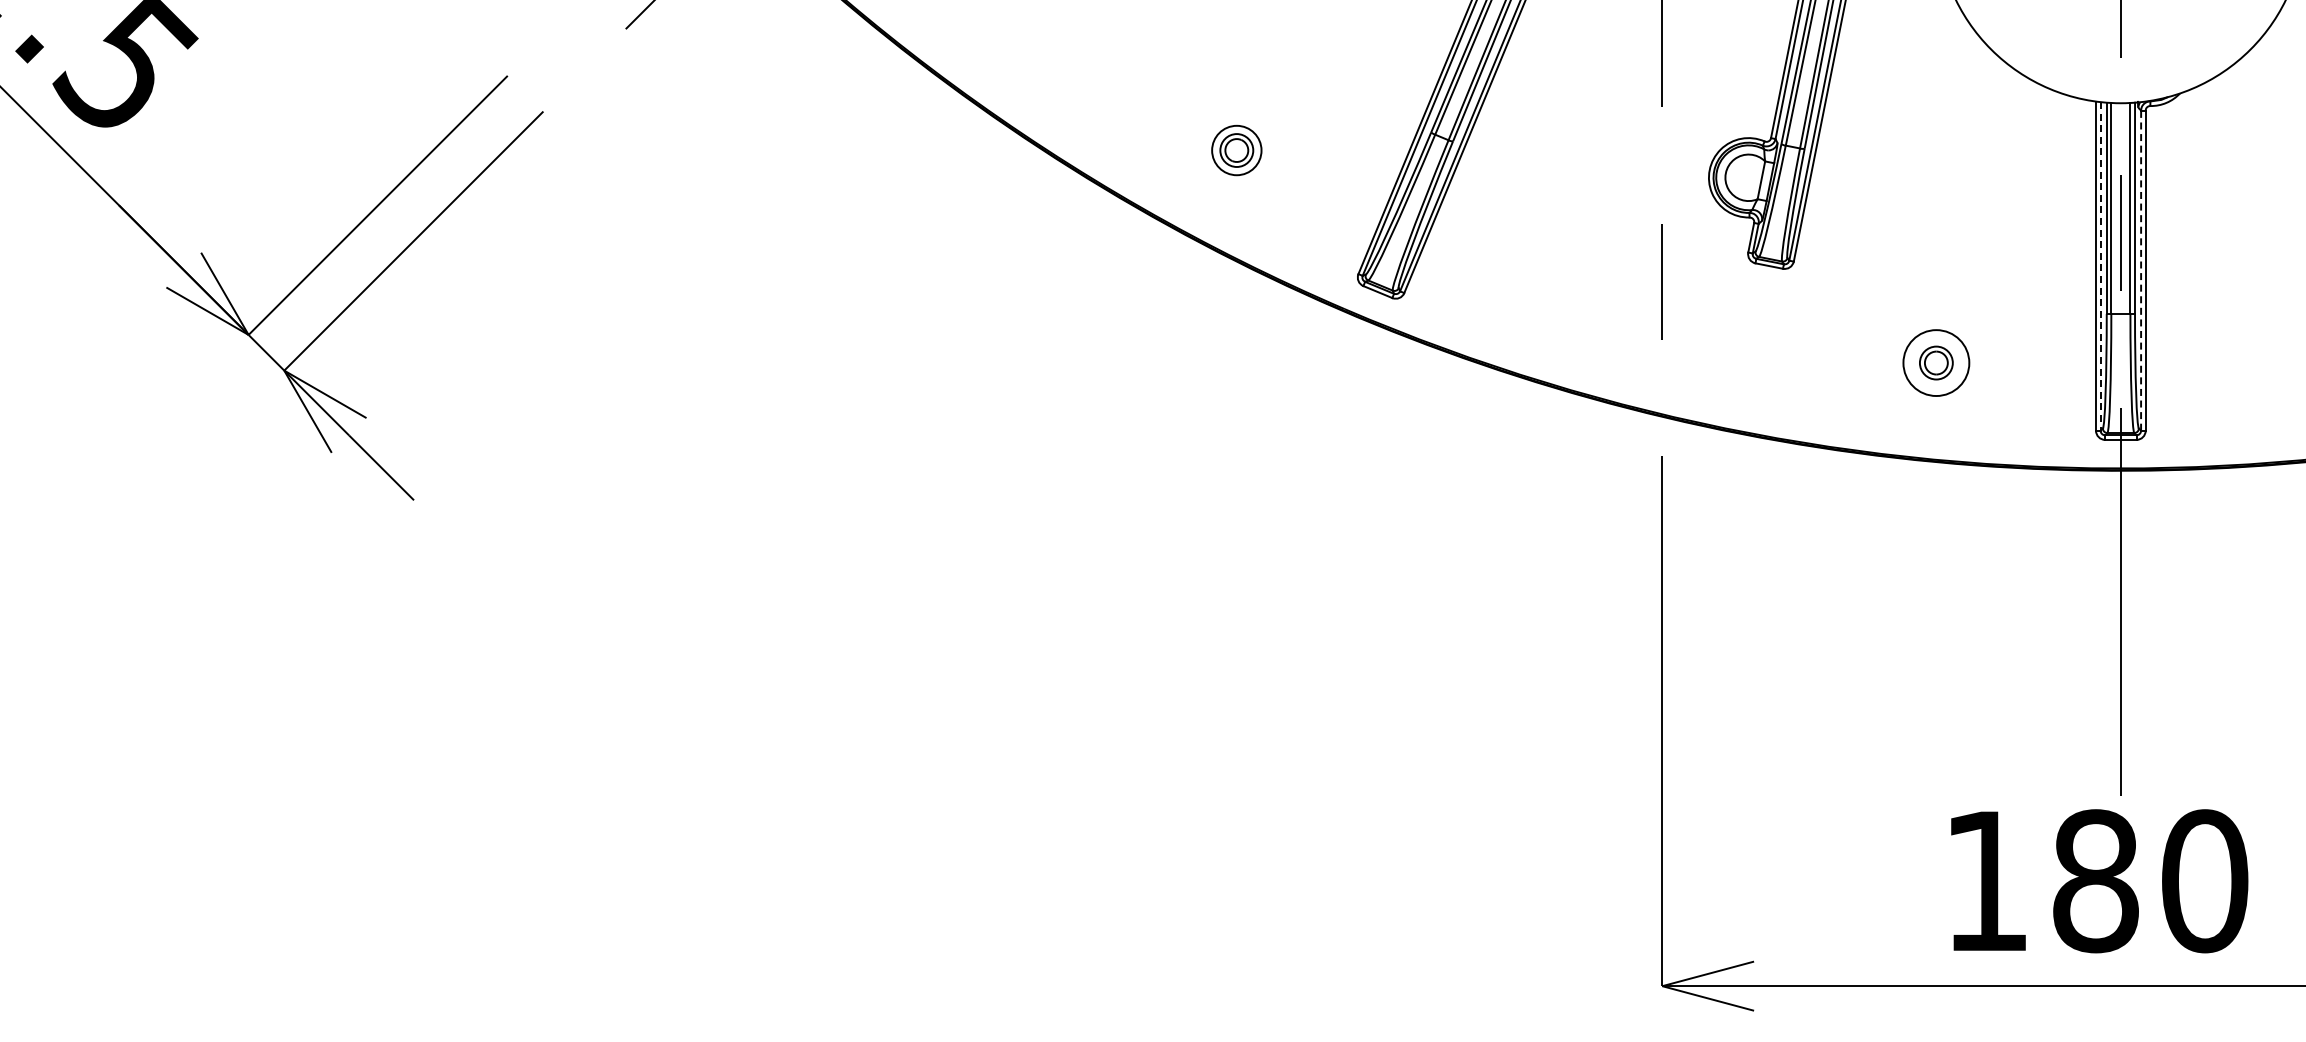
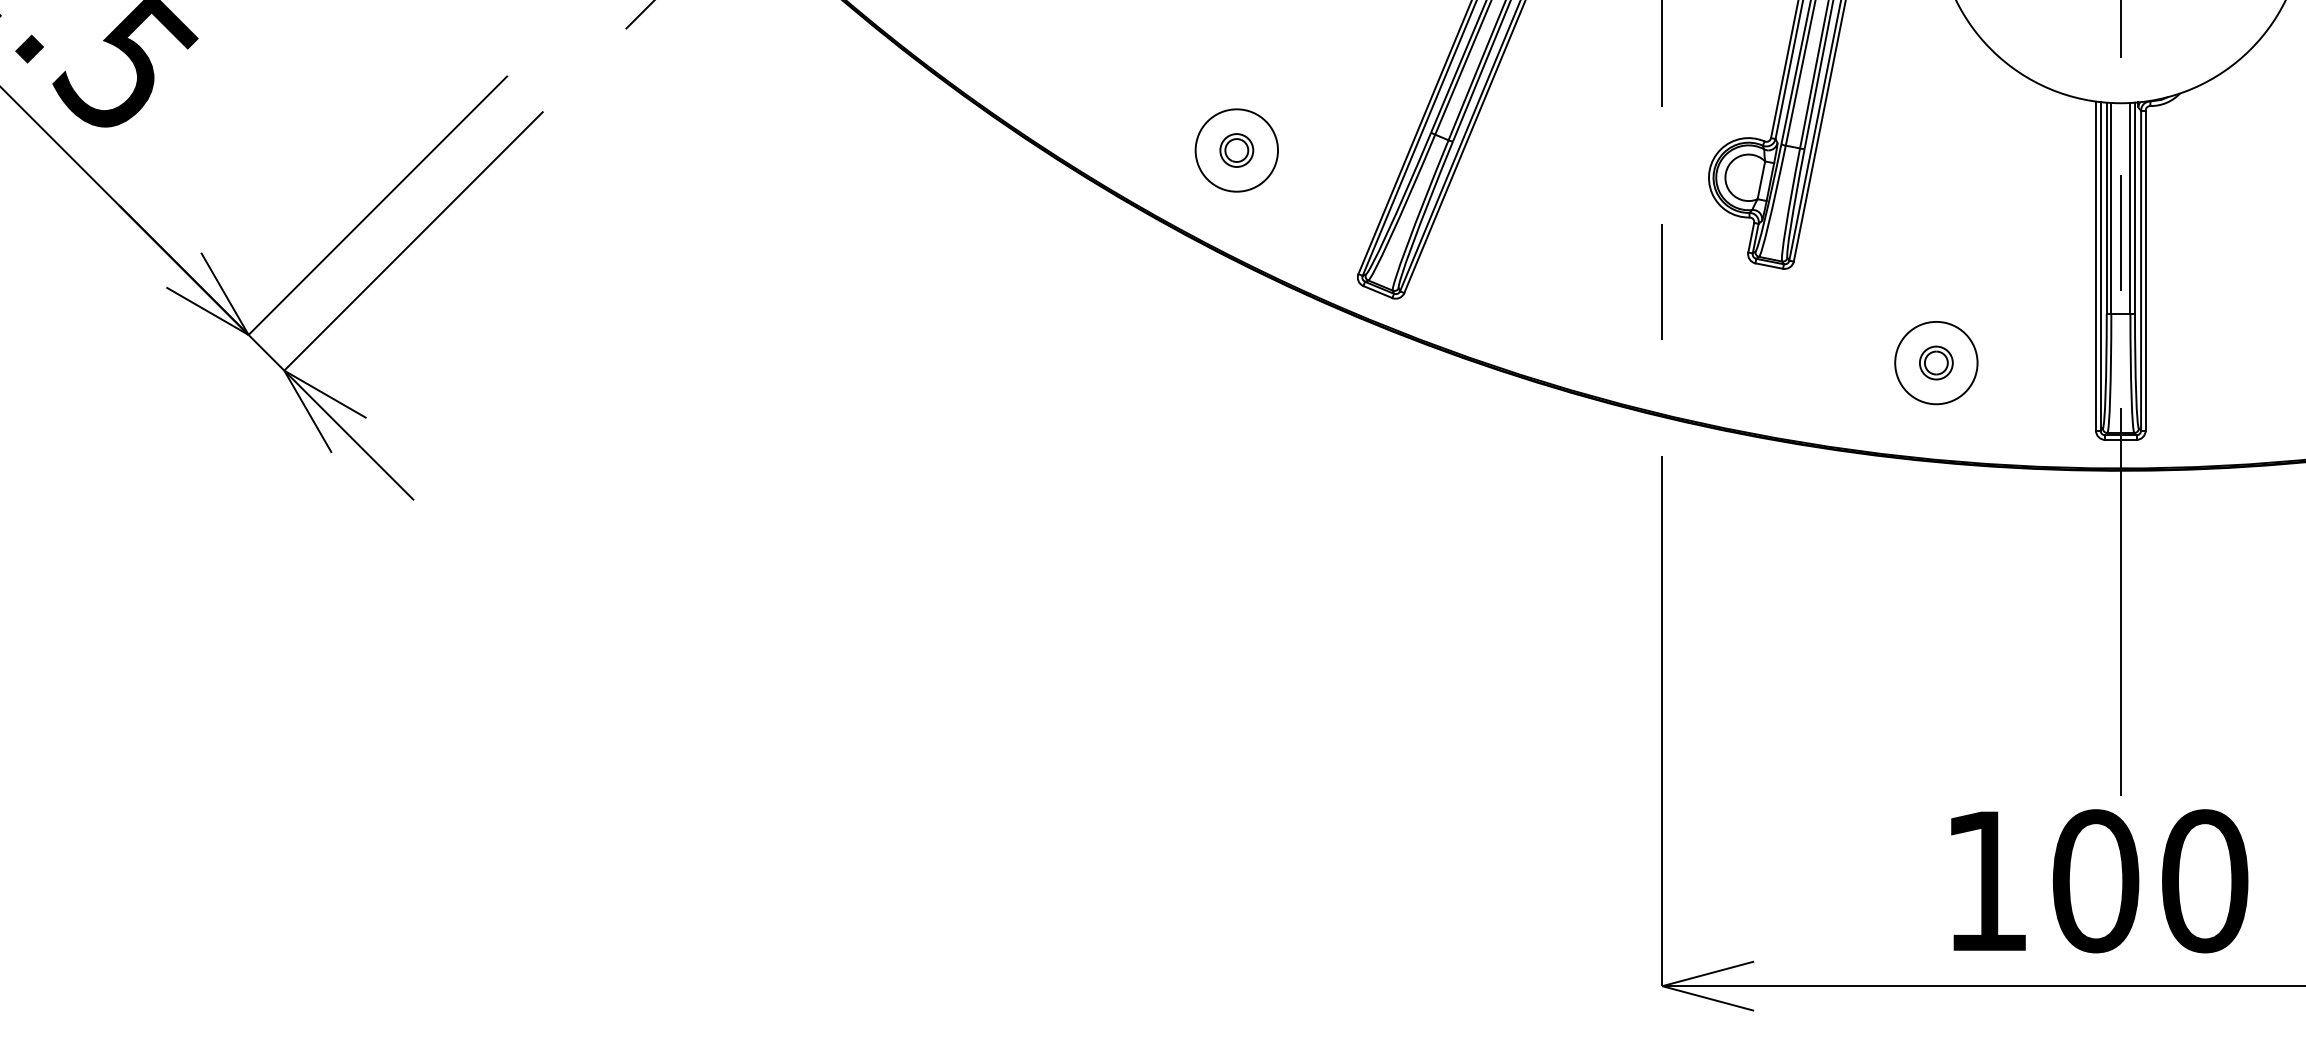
circle at (1236, 150) diameter: 49 px -> 82 px
line at (2100, 266): dashed -> solid
line at (2141, 270): dashed -> solid
circle at (1936, 363) diameter: 66 px -> 82 px
text at (2096, 881): 180 -> 100
